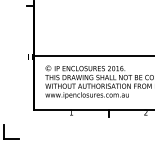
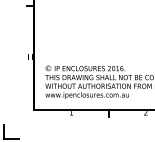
line at (92, 55): present -> none
